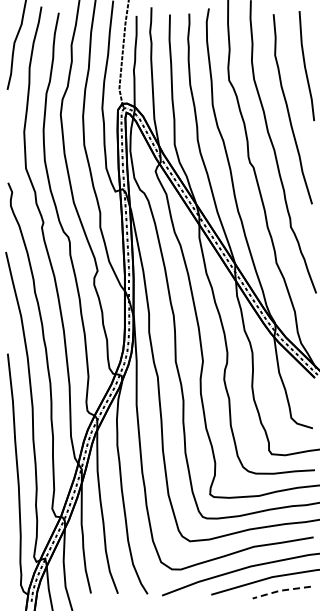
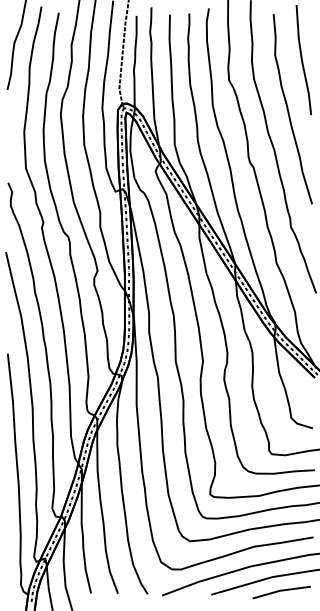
line at (305, 66) position: (305, 66) -> (302, 60)
line at (280, 590): dashed -> solid
